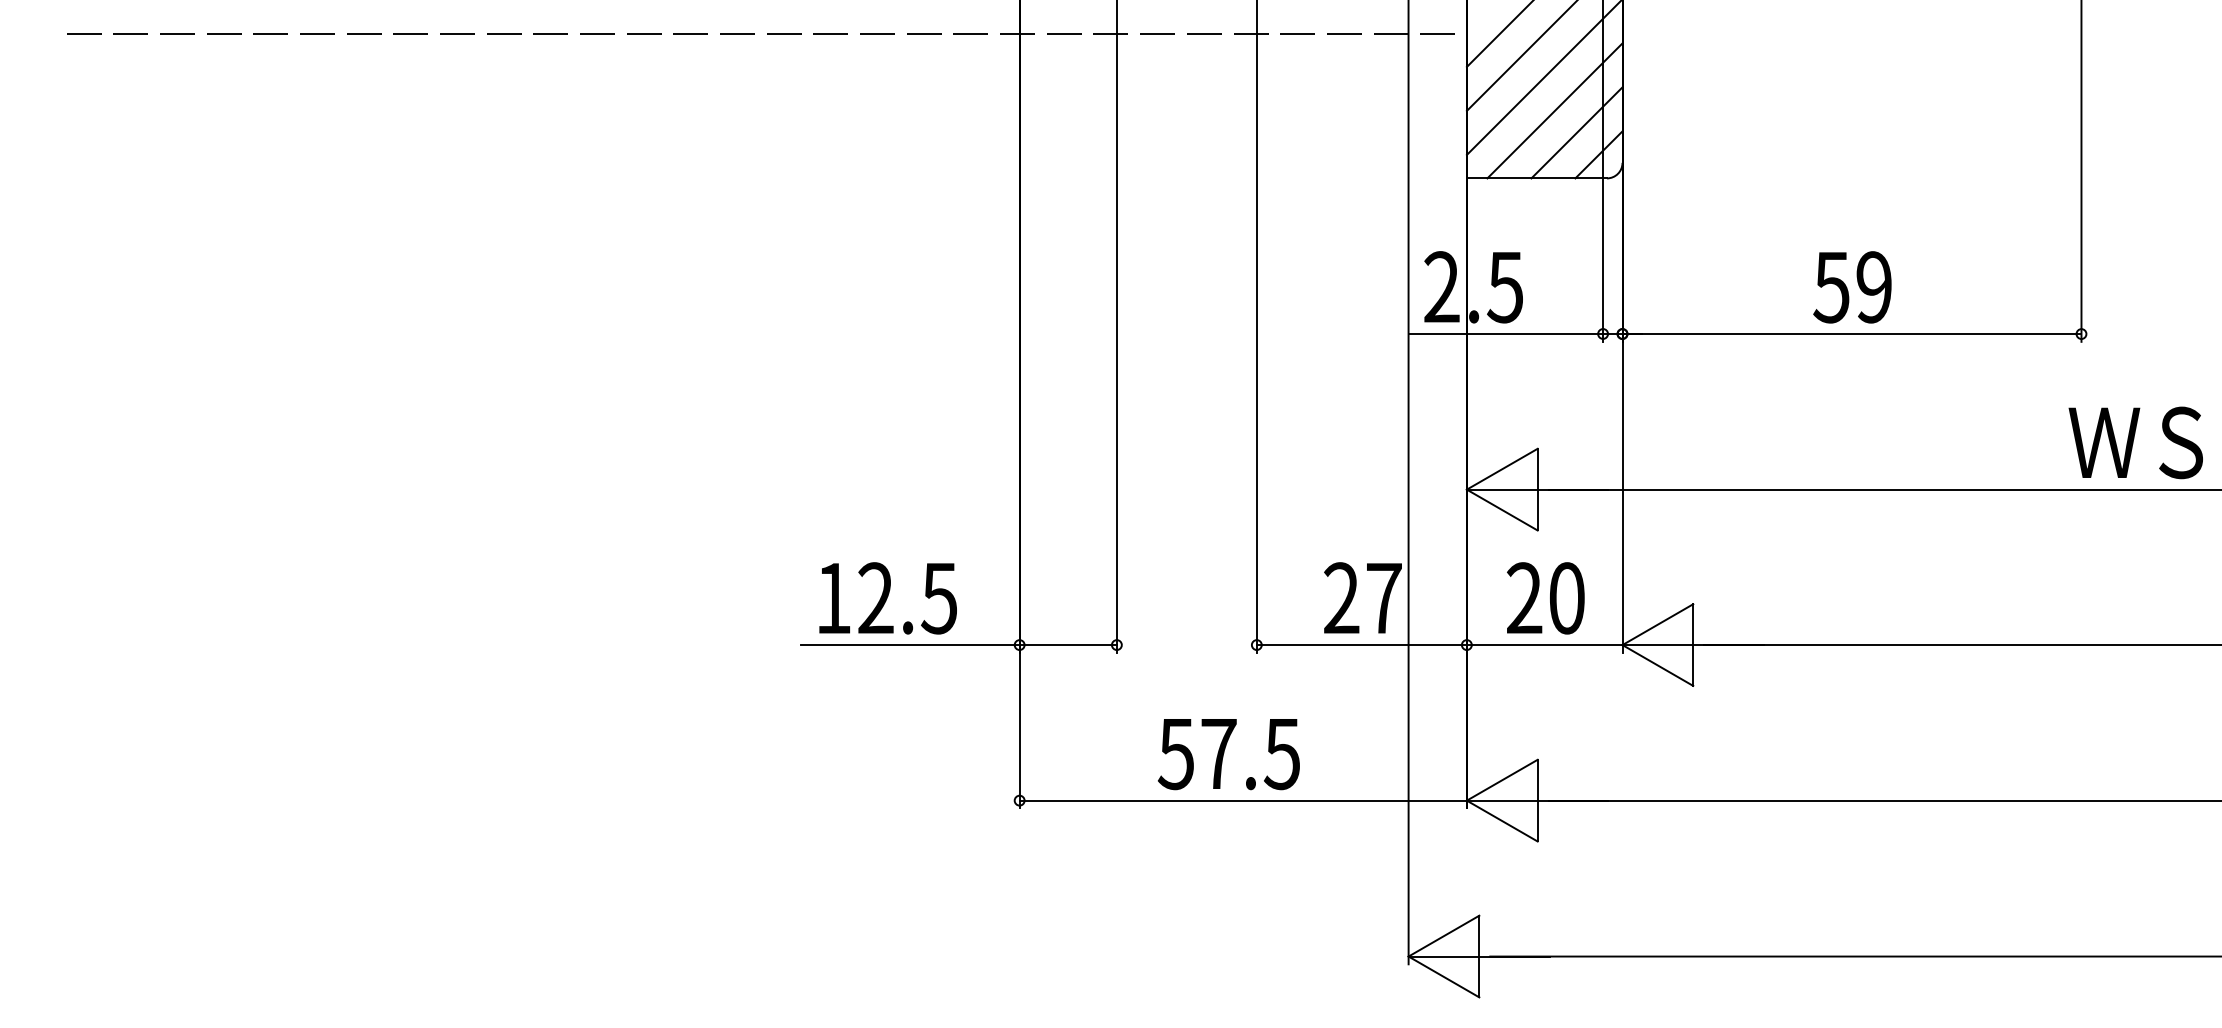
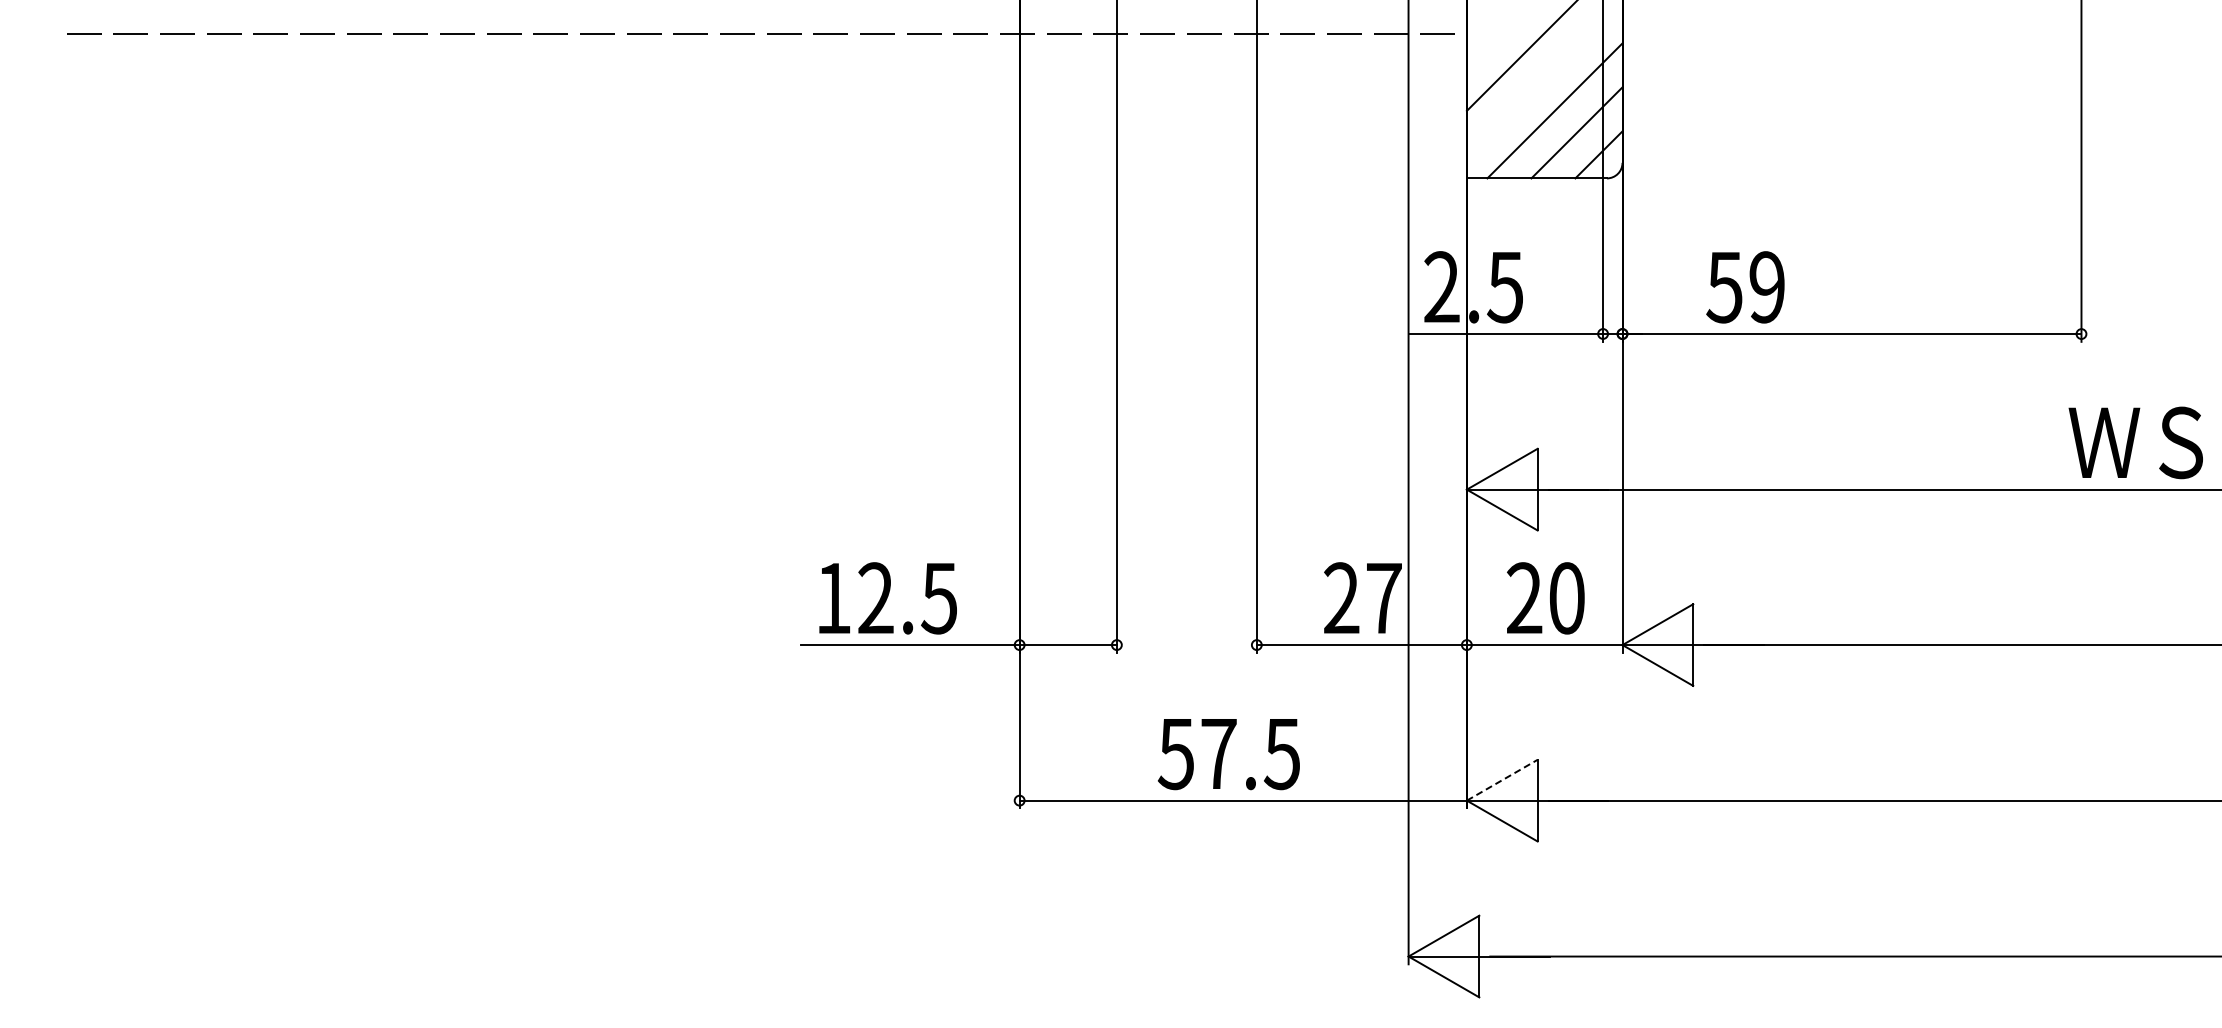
line at (1498, 34): present -> none
line at (1542, 78): present -> none
text at (1852, 287) position: (1852, 287) -> (1745, 287)
line at (1502, 780): solid -> dashed
